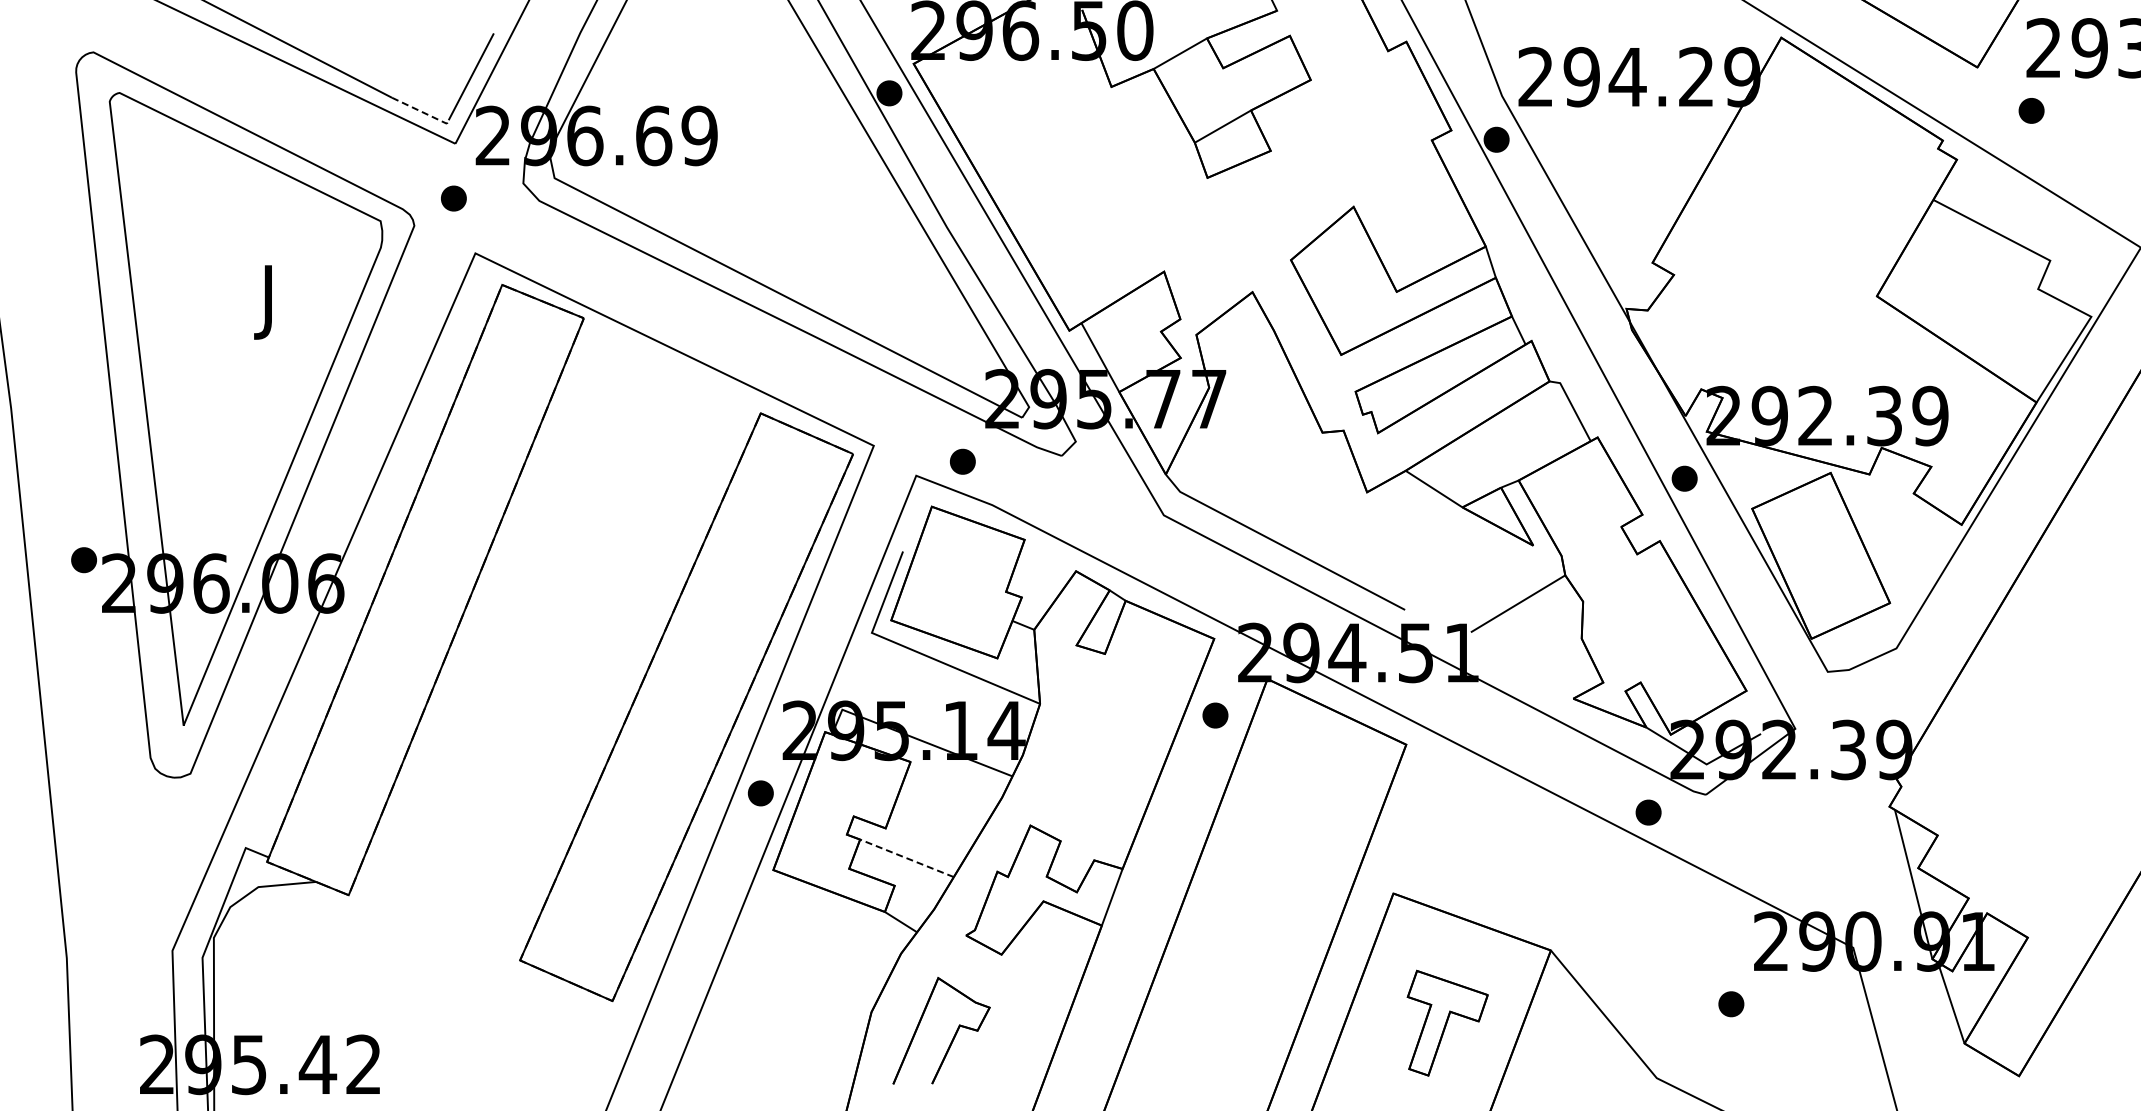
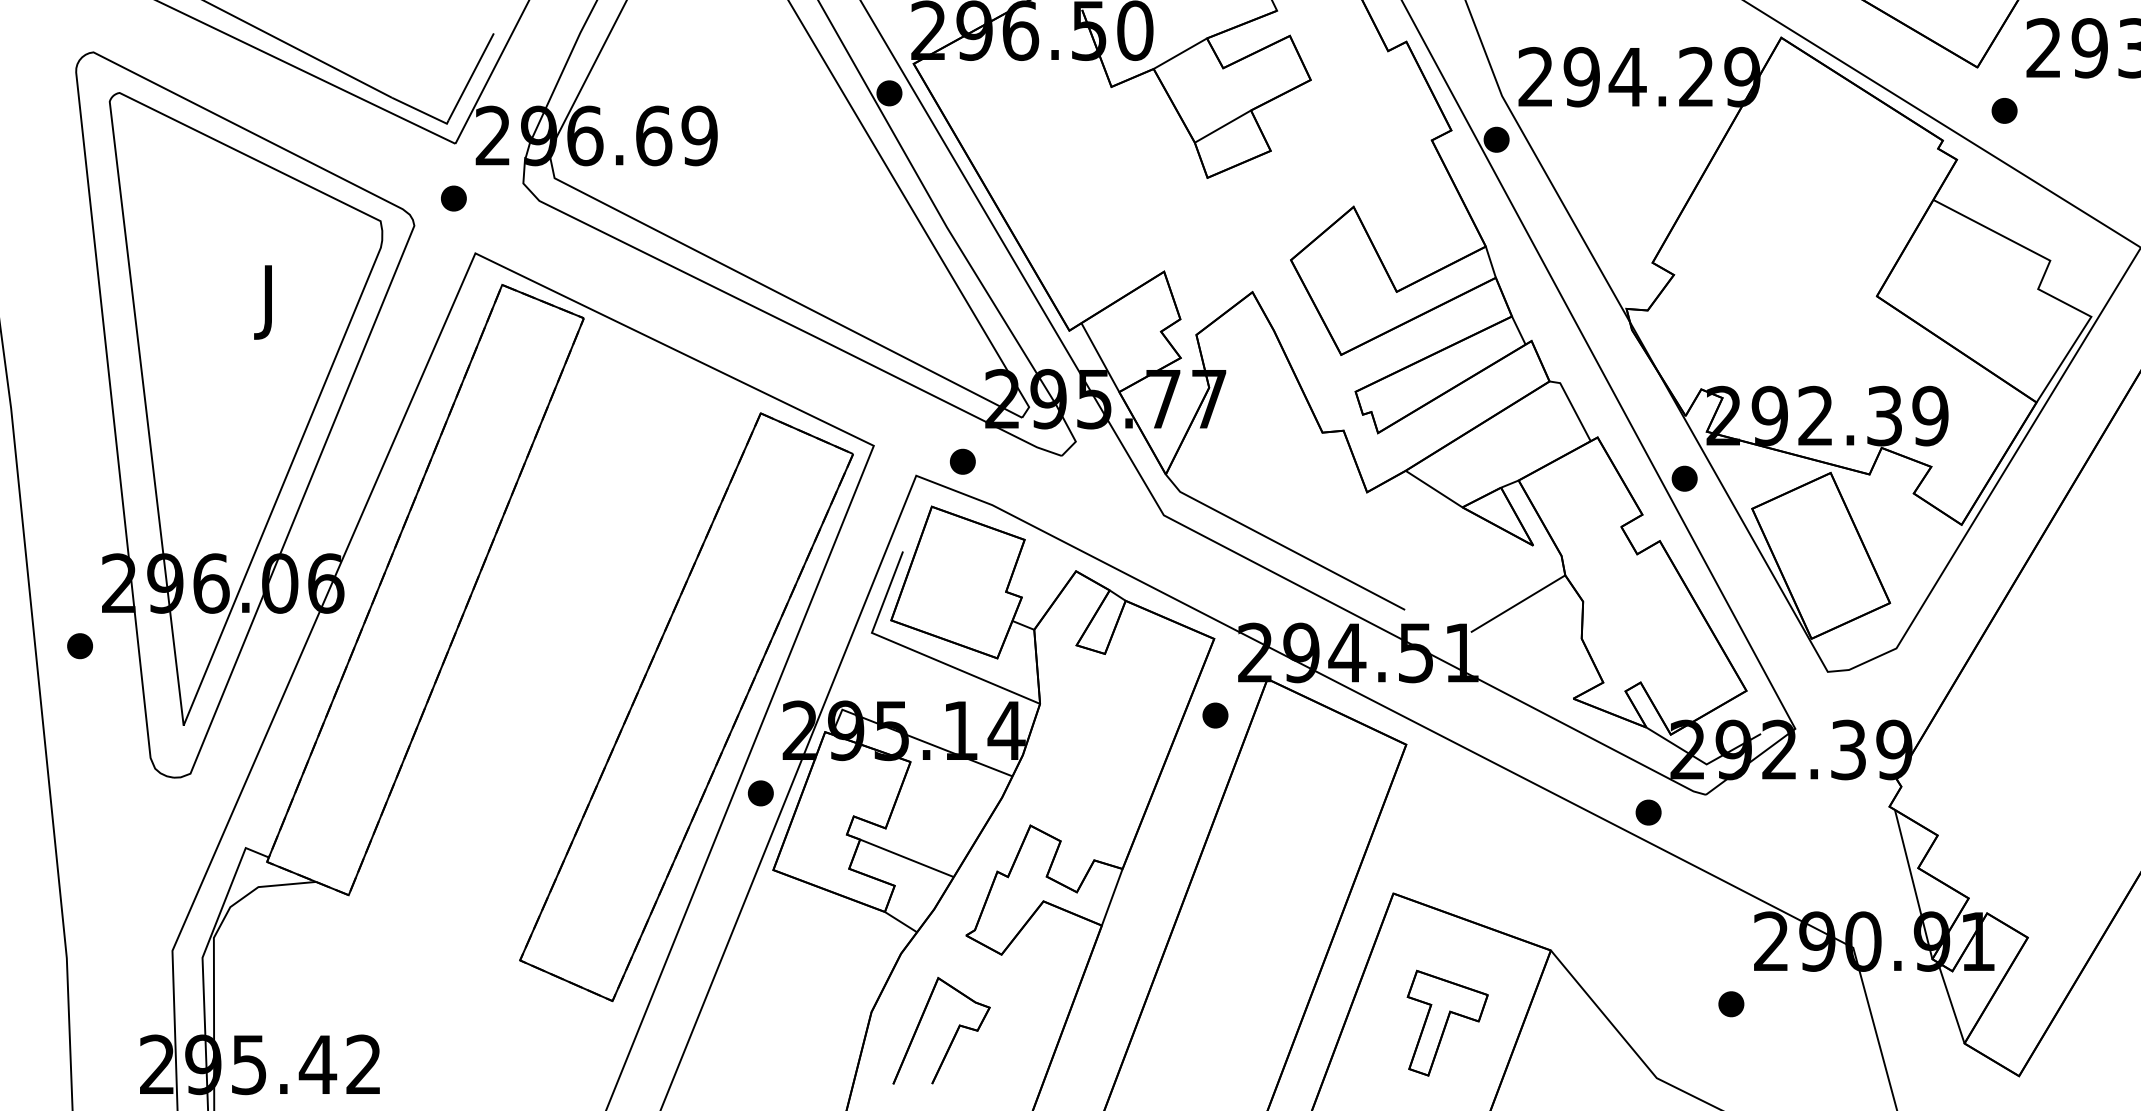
part at (2031, 110) position: (2031, 110) -> (2004, 110)
line at (421, 111): dashed -> solid
part at (83, 560) position: (83, 560) -> (79, 646)
line at (906, 858): dashed -> solid
